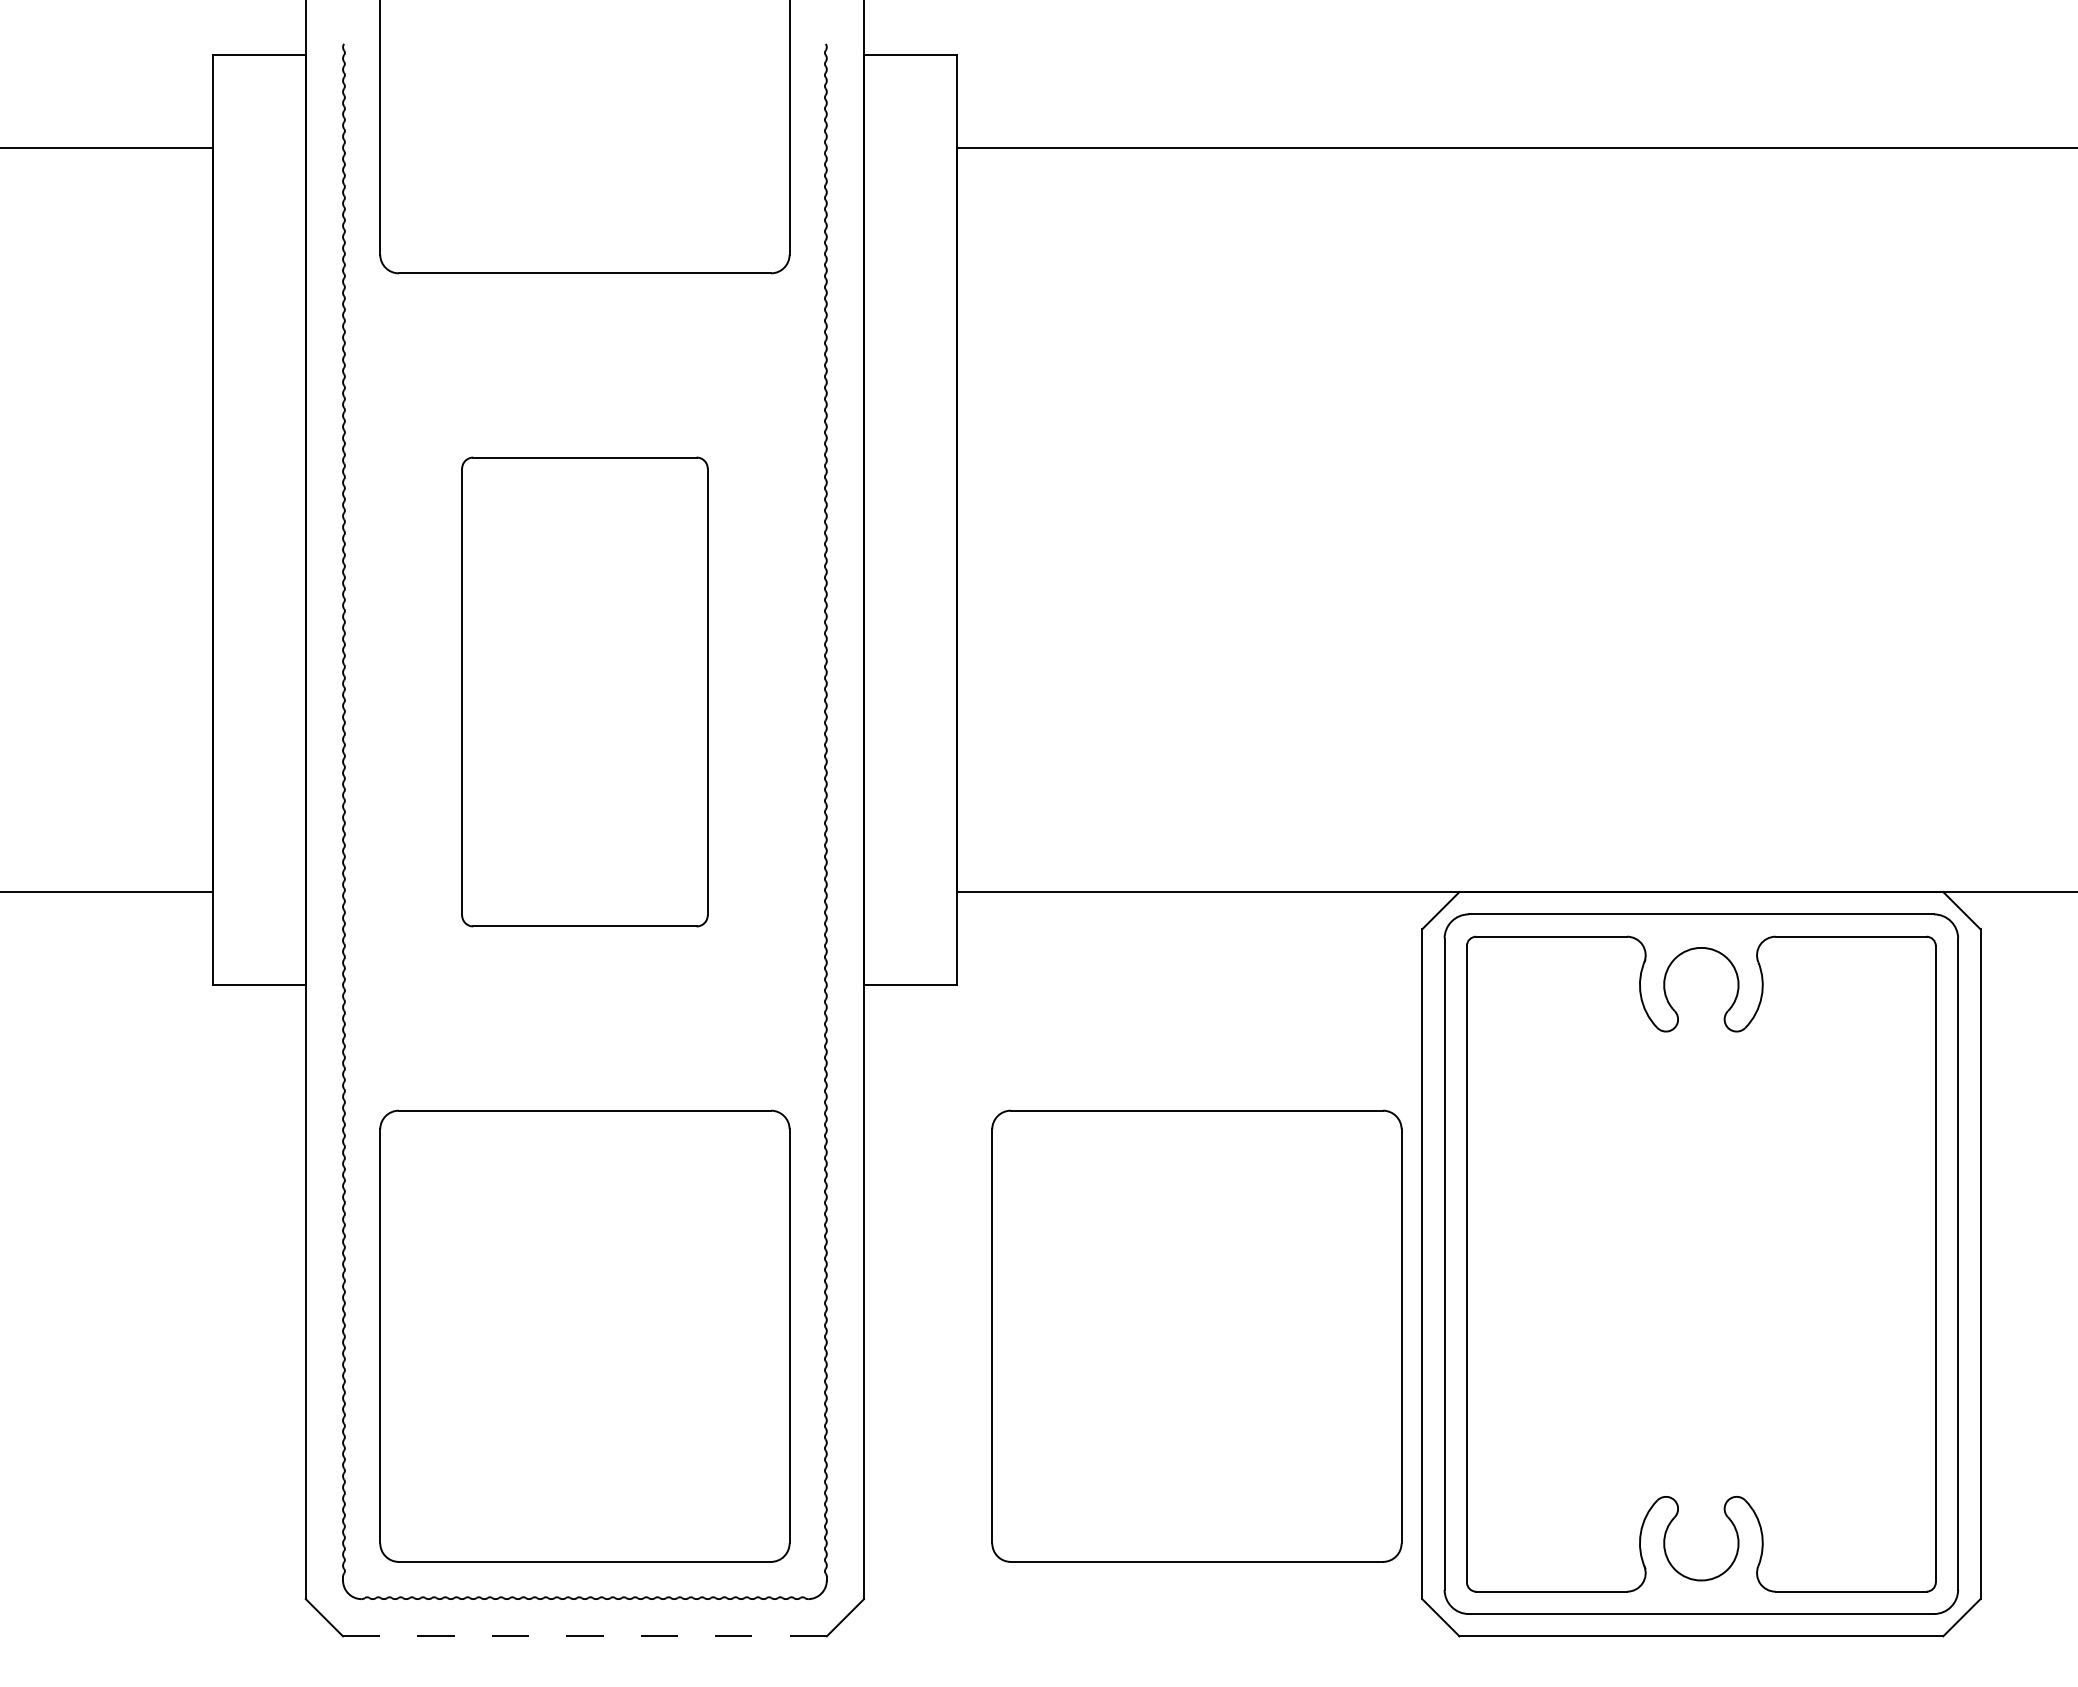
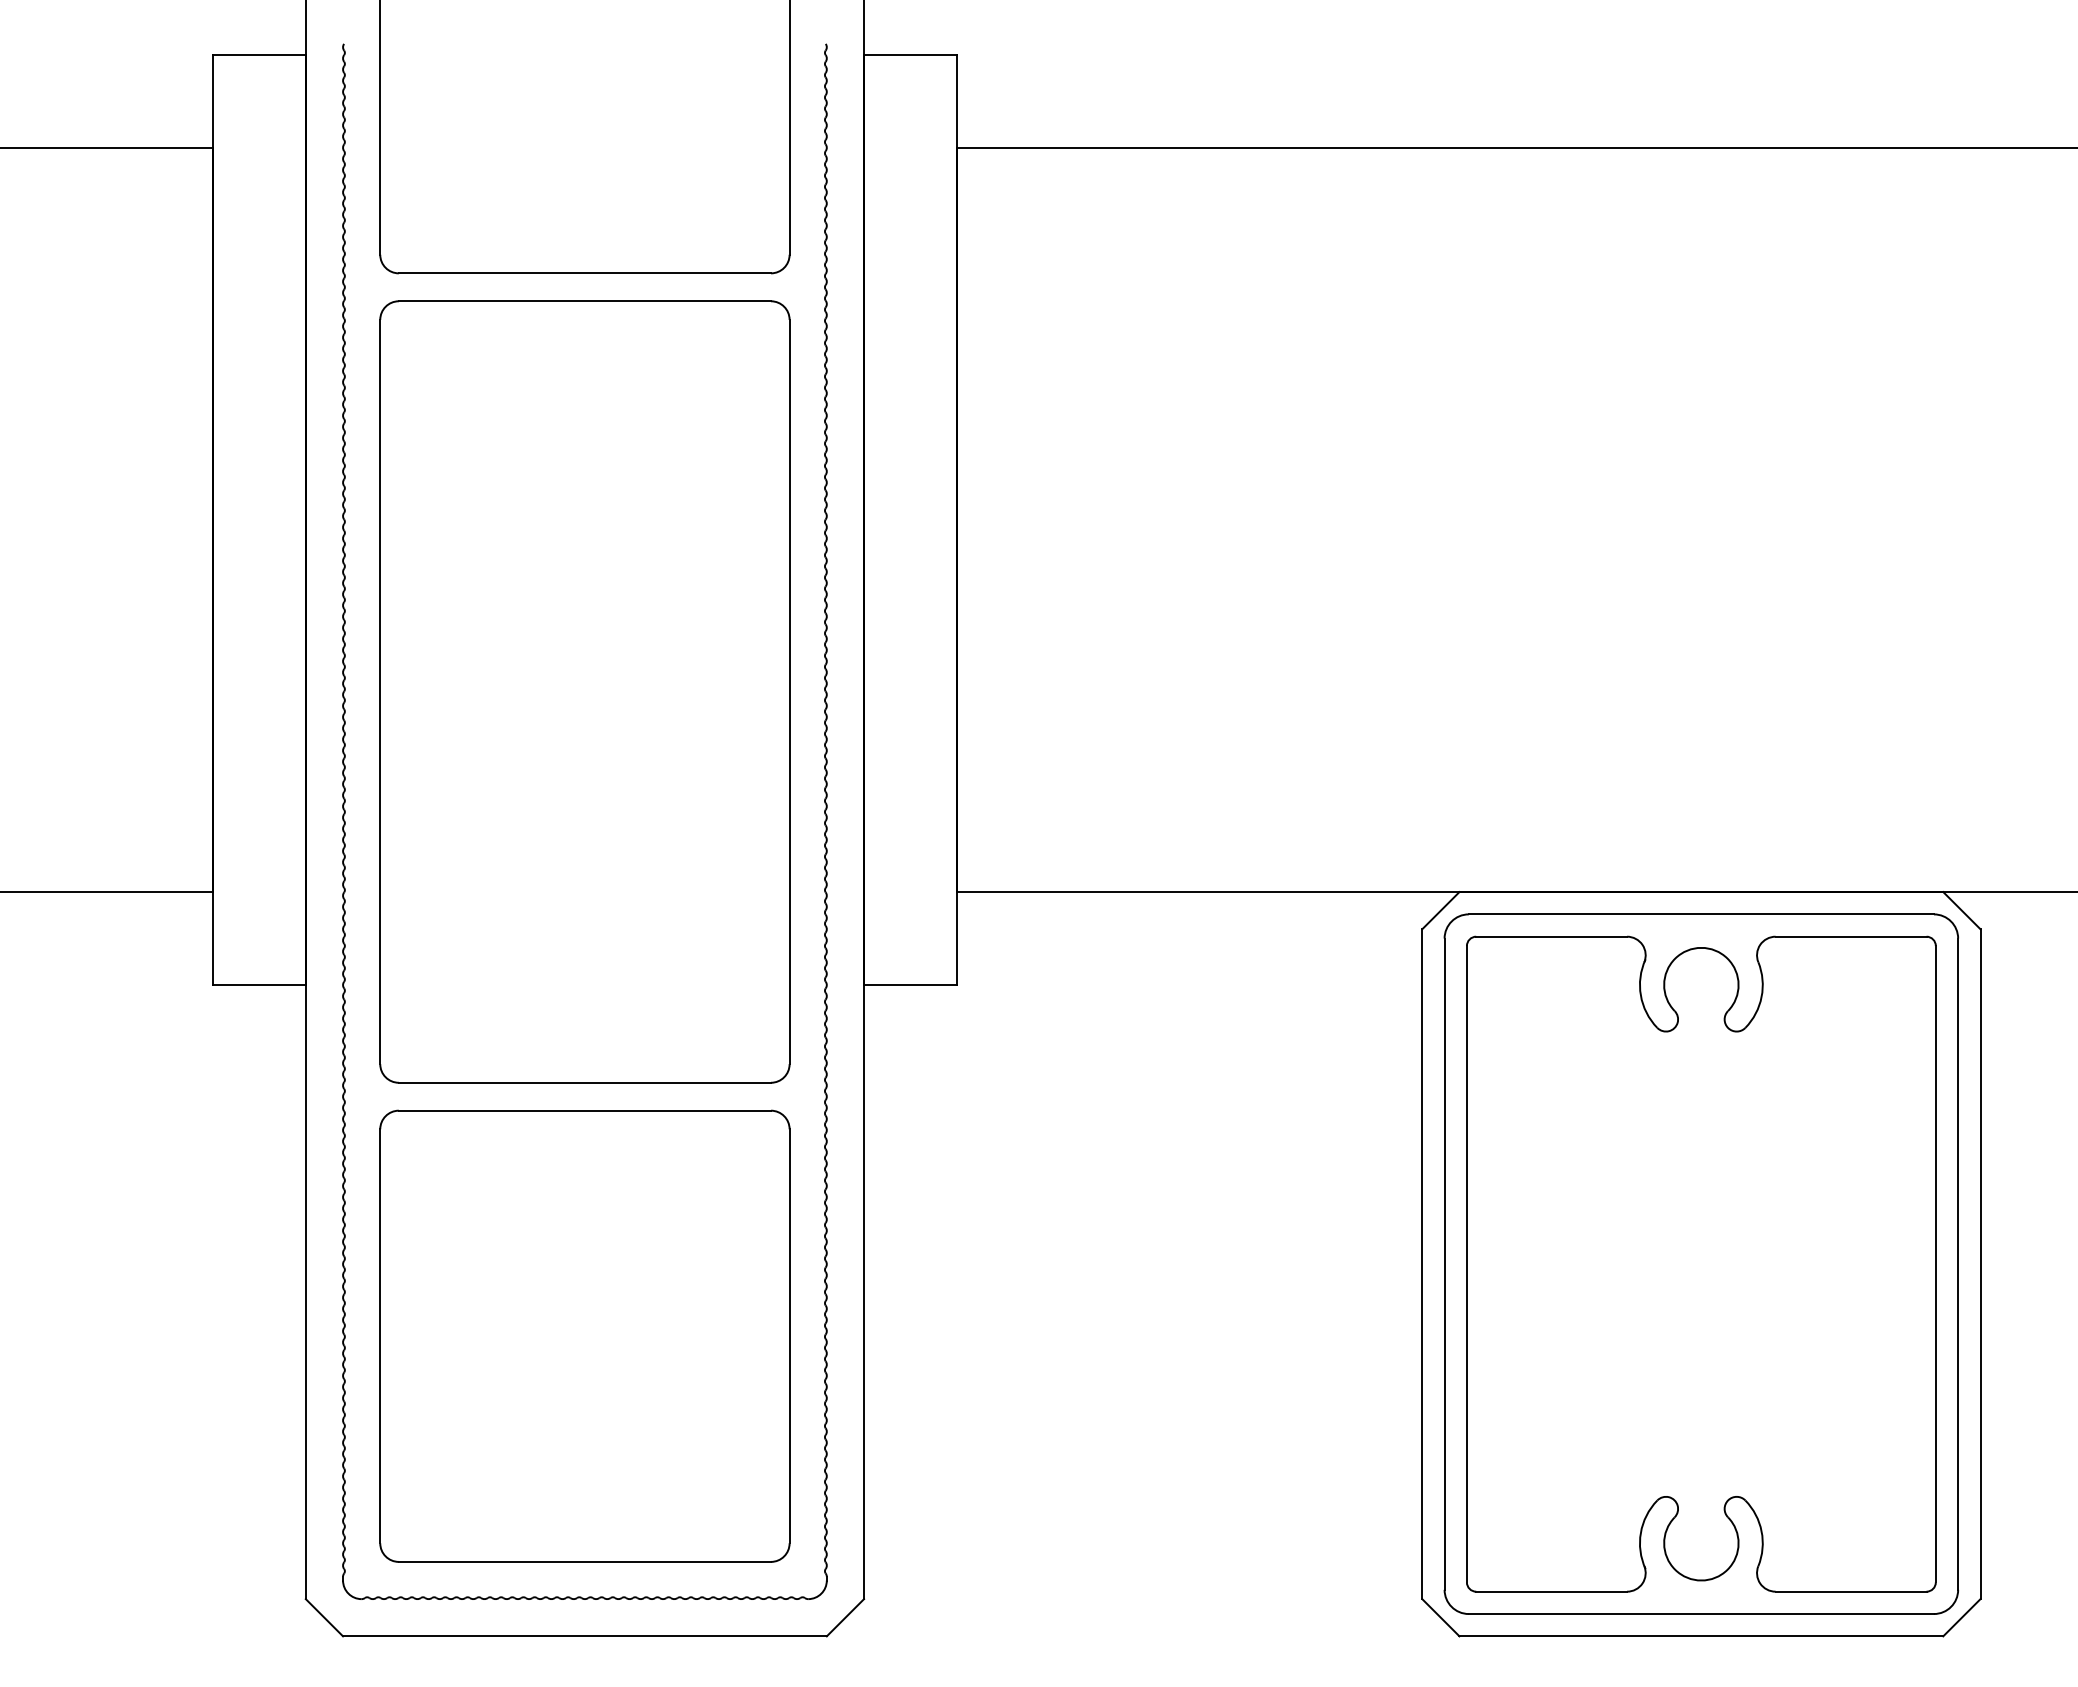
part at (584, 691) size: 248x472 px -> 412x784 px
part at (1196, 1335): present -> none
line at (584, 1636): dashed -> solid
